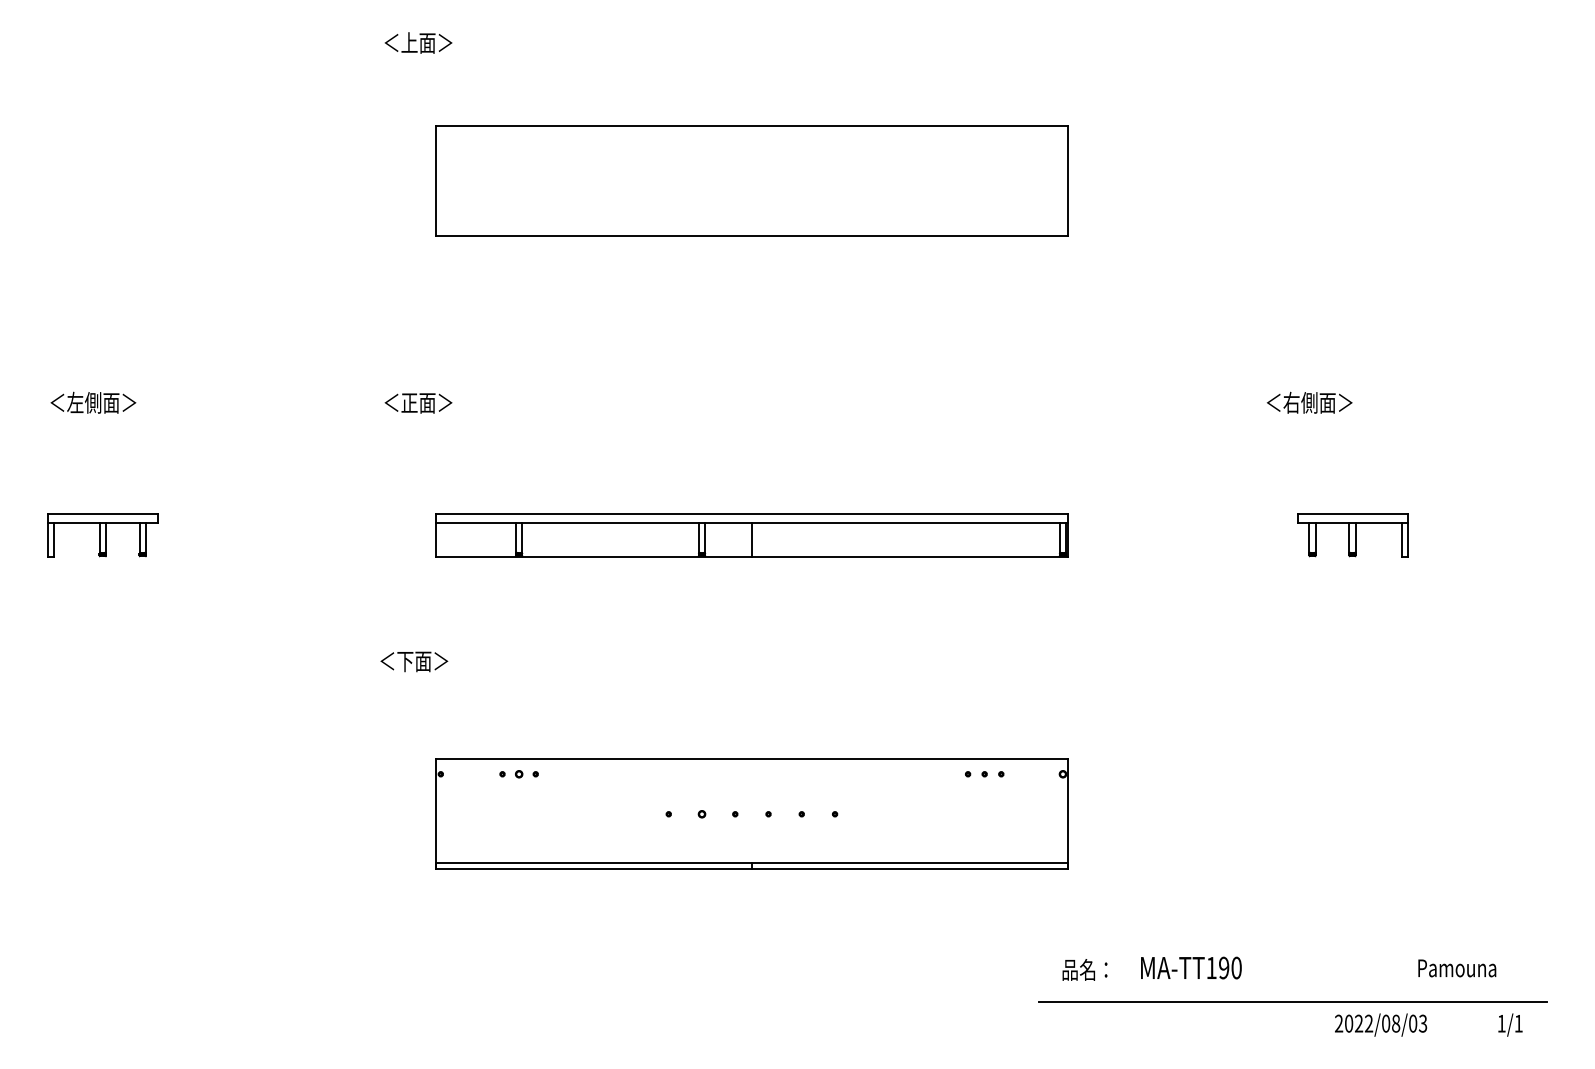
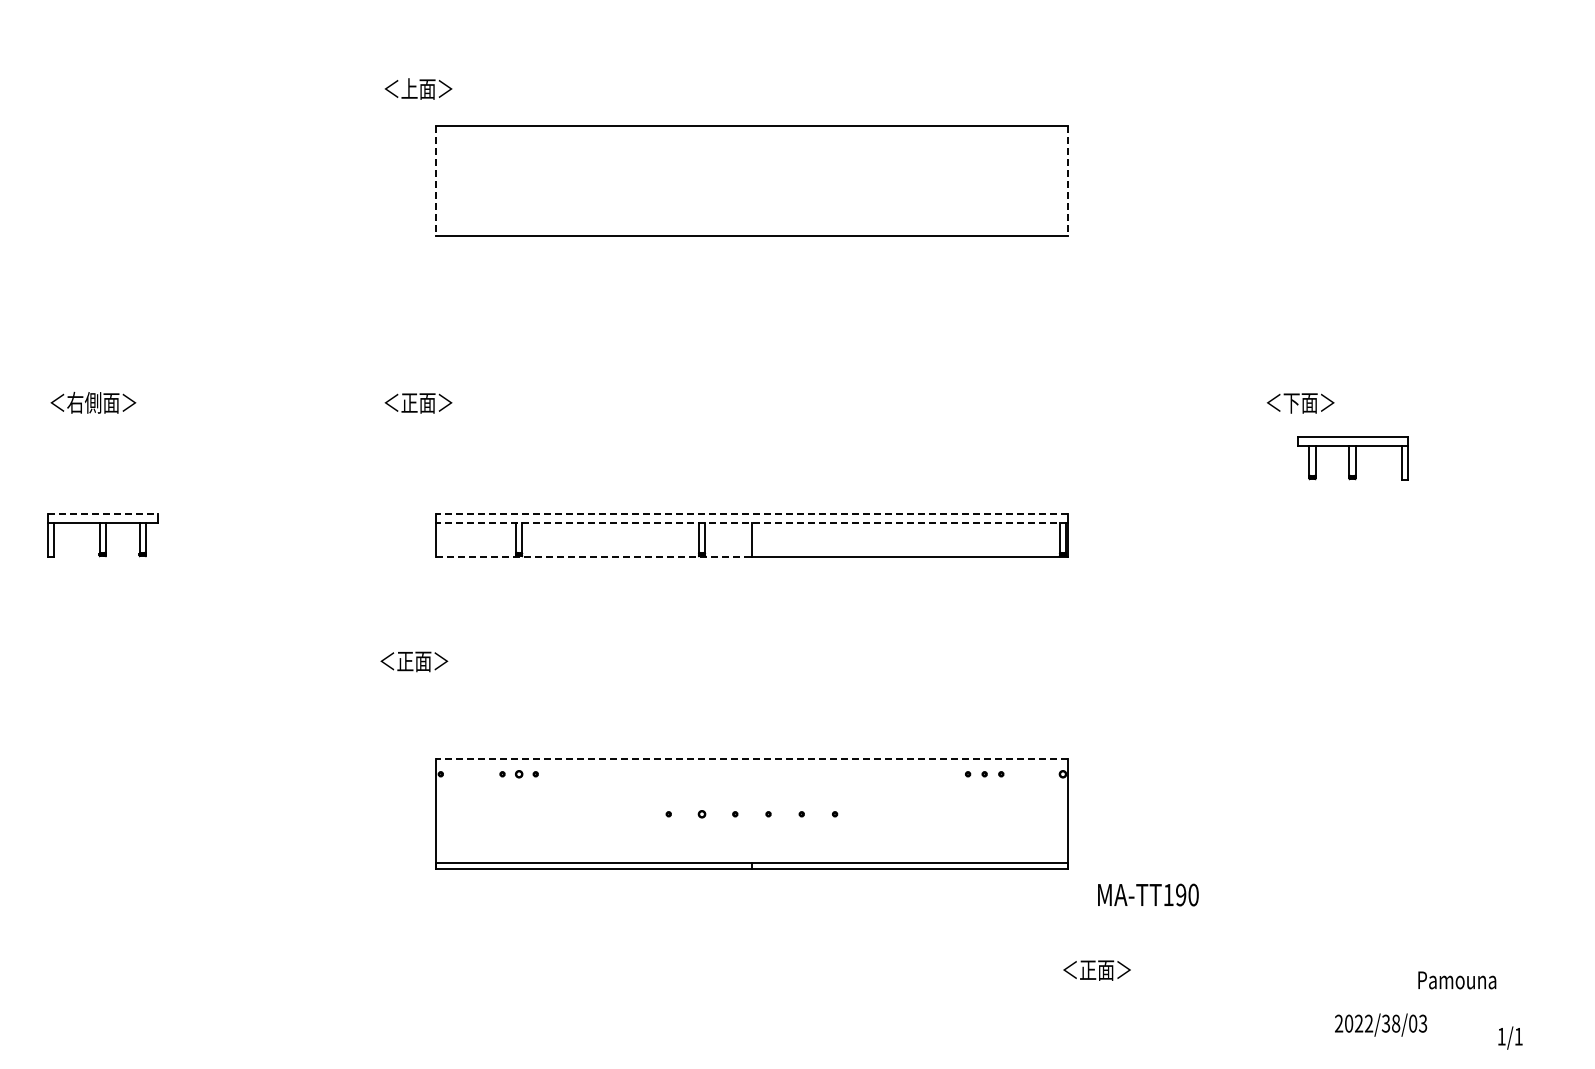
text at (418, 42) position: (418, 42) -> (418, 88)
line at (435, 181): solid -> dashed
line at (1067, 181): solid -> dashed
text at (75, 402): ＜左側面＞ -> ＜右側面＞
text at (1317, 402): ＜右側面＞ -> ＜下面＞
line at (102, 513): solid -> dashed
line at (751, 513): solid -> dashed
line at (751, 522): solid -> dashed
part at (1352, 535) position: (1352, 535) -> (1352, 458)
line at (594, 556): solid -> dashed
text at (405, 662): ＜下面＞ -> ＜正面＞
line at (751, 759): solid -> dashed
text at (1191, 967) position: (1191, 967) -> (1148, 894)
text at (1457, 968) position: (1457, 968) -> (1457, 980)
text at (1096, 969): 品名： -> ＜正面＞
line at (1293, 1001): present -> none
text at (1385, 1023): 2022/08/03 -> 2022/38/03
text at (1510, 1024) position: (1510, 1024) -> (1510, 1037)
